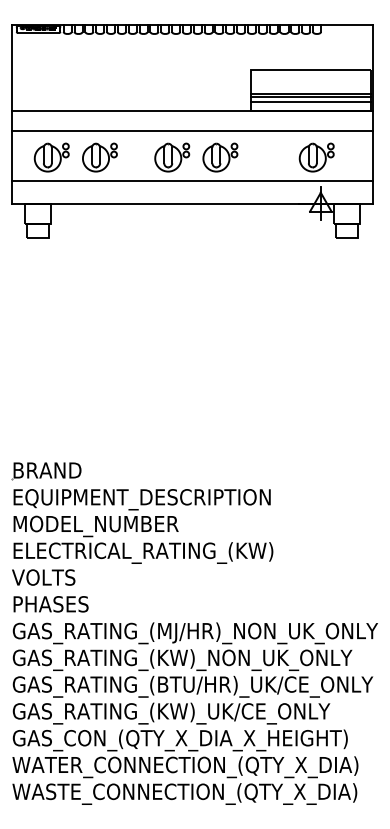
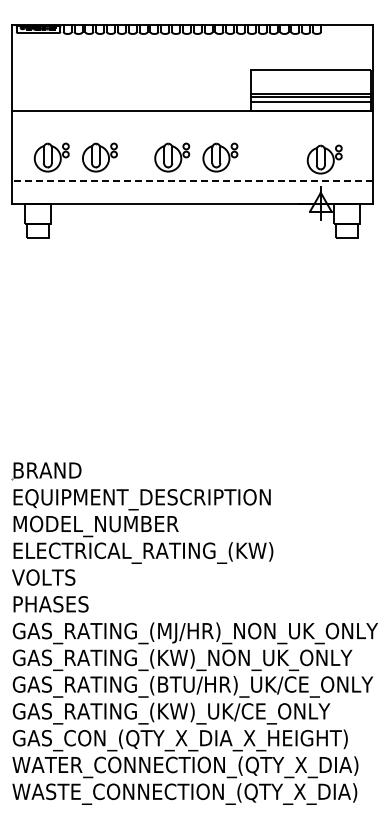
line at (192, 130): present -> none
part at (316, 157) position: (316, 157) -> (324, 159)
line at (192, 181): solid -> dashed
